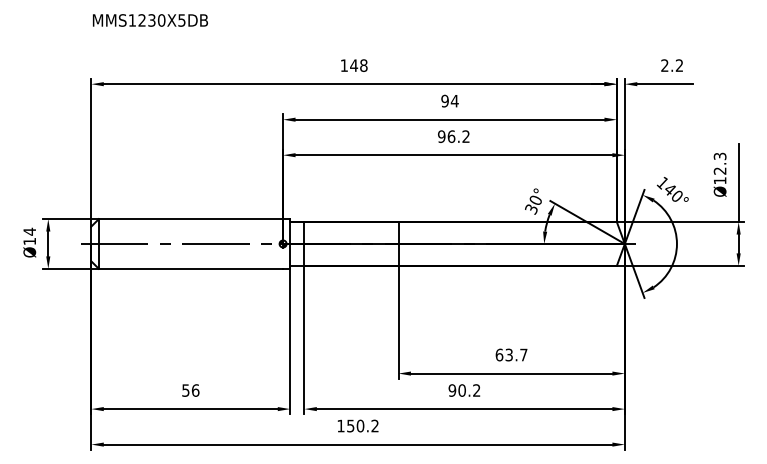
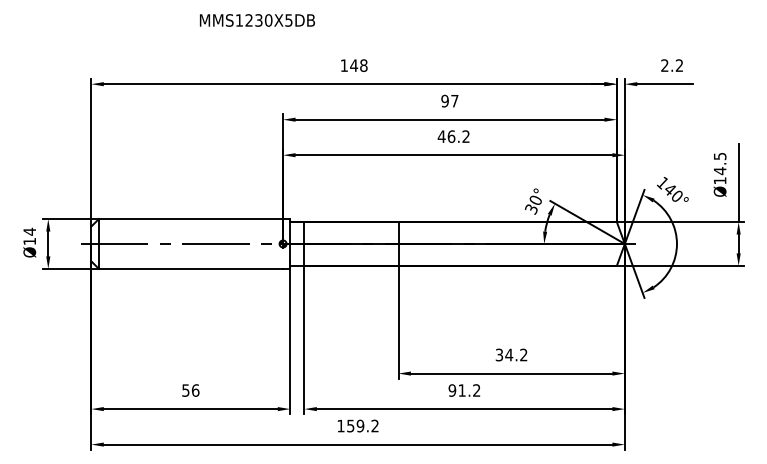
text at (150, 20) position: (150, 20) -> (257, 20)
text at (454, 101): 94 -> 97
text at (441, 136): 96.2 -> 46.2
text at (719, 163): Ø12.3 -> Ø14.5
text at (511, 354): 63.7 -> 34.2
text at (461, 390): 90.2 -> 91.2
text at (360, 426): 150.2 -> 159.2
